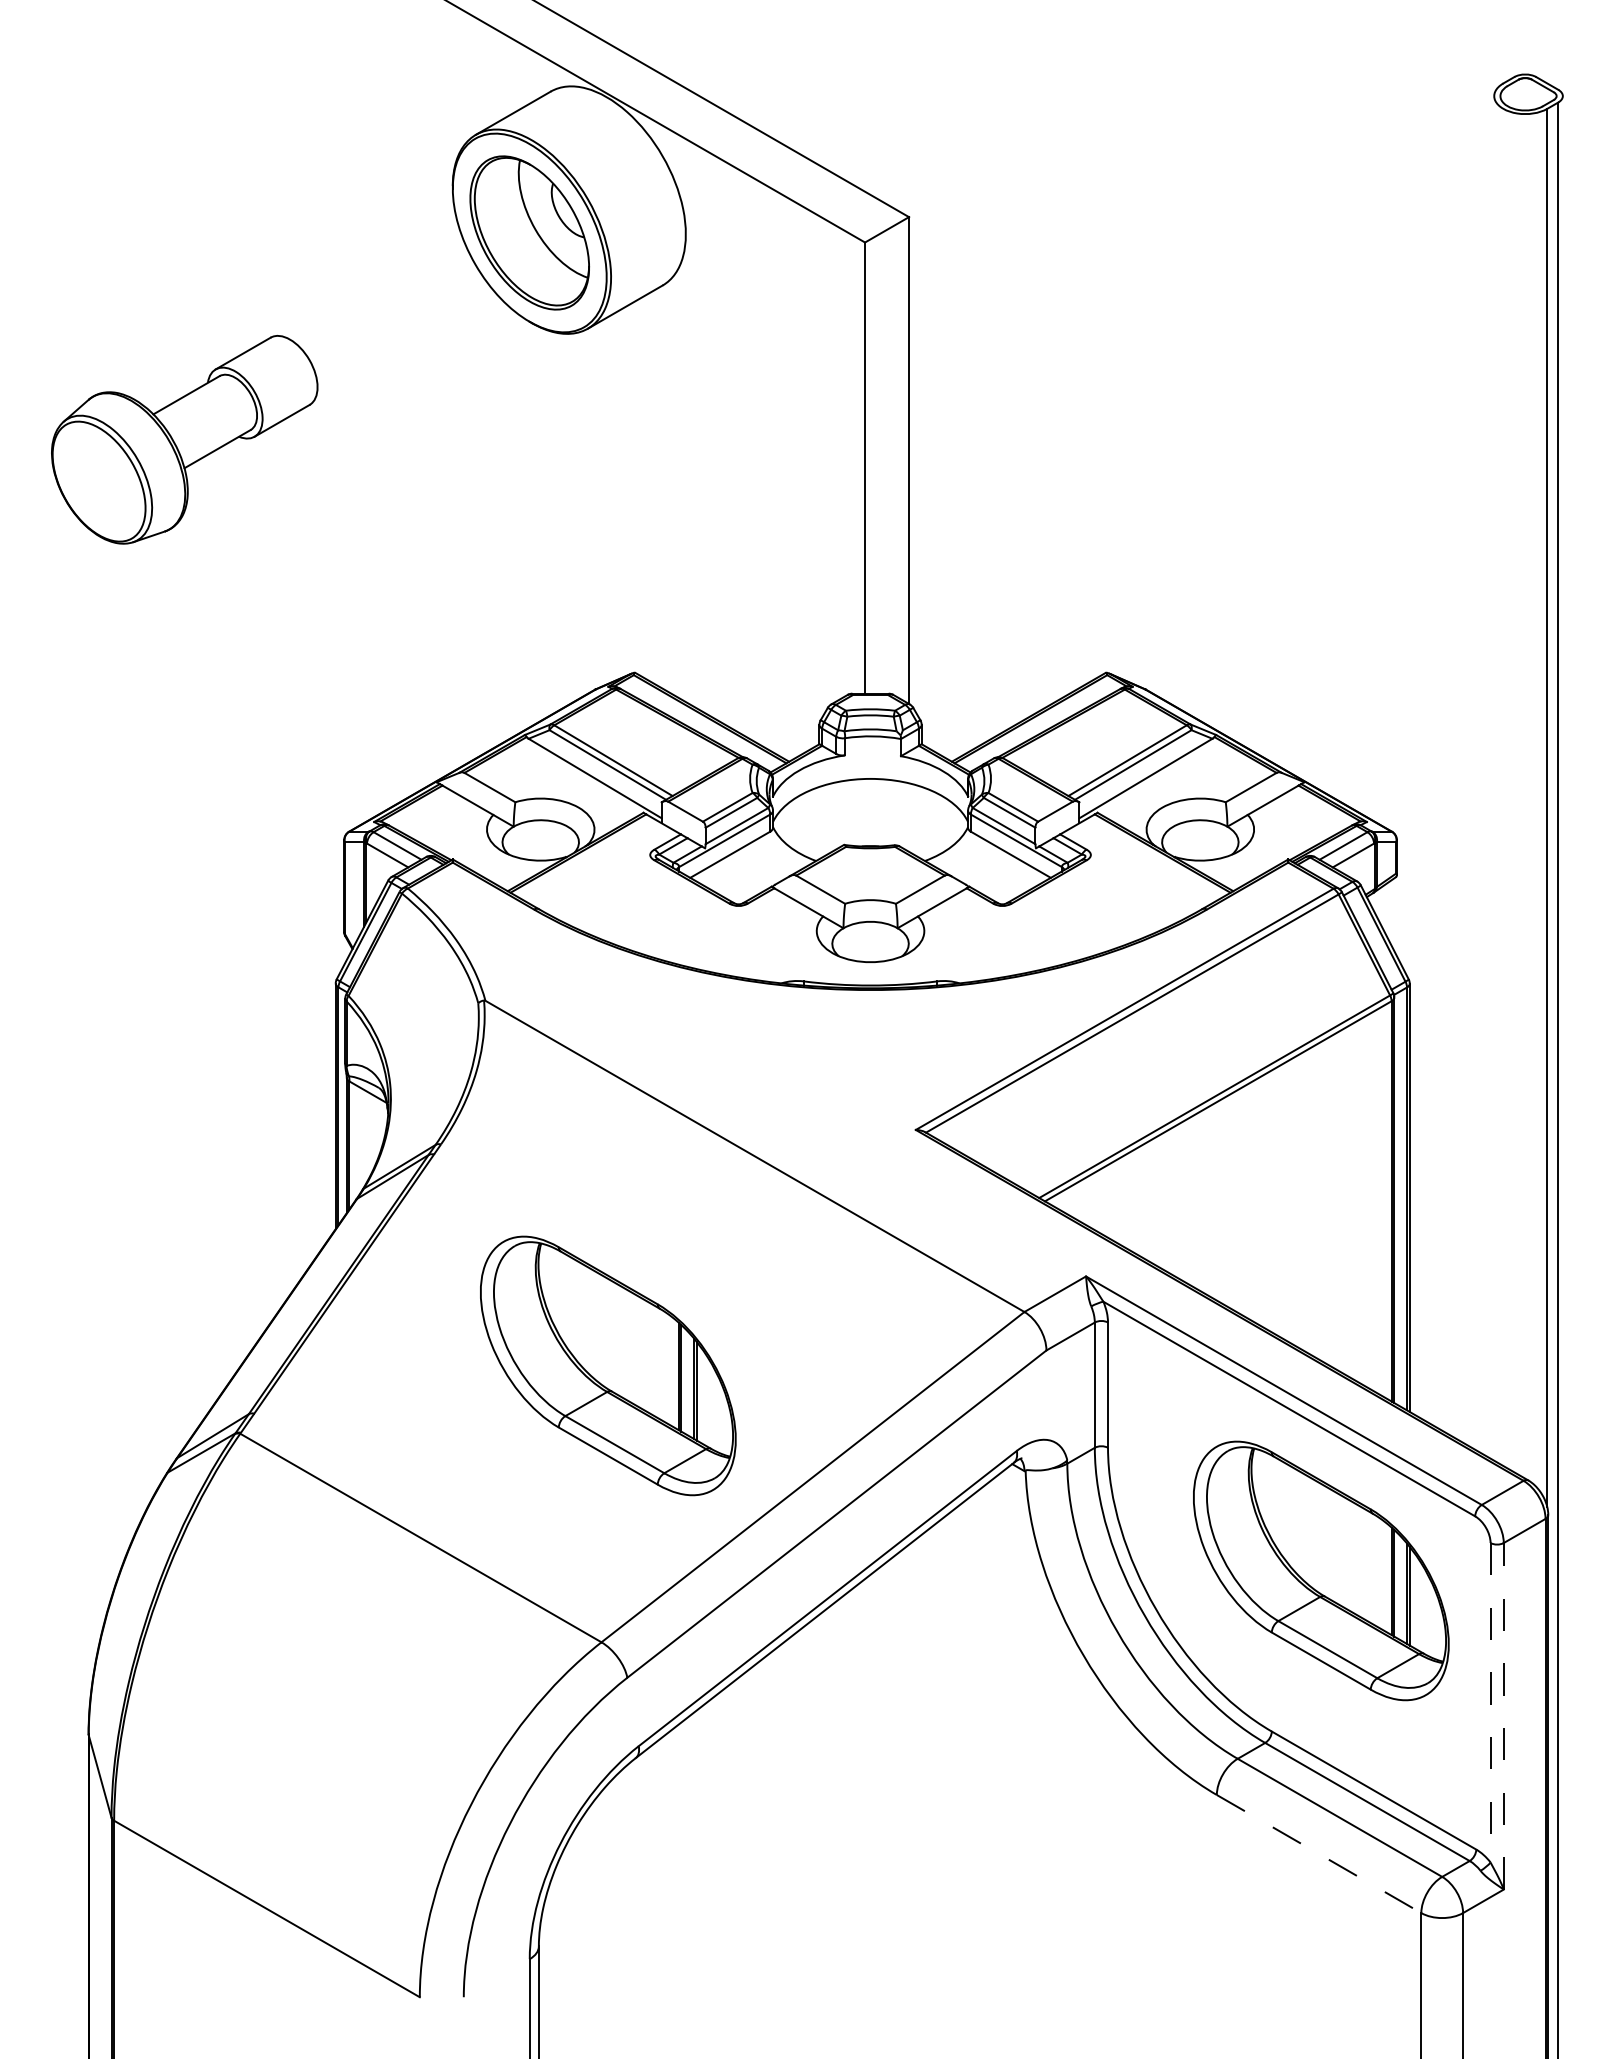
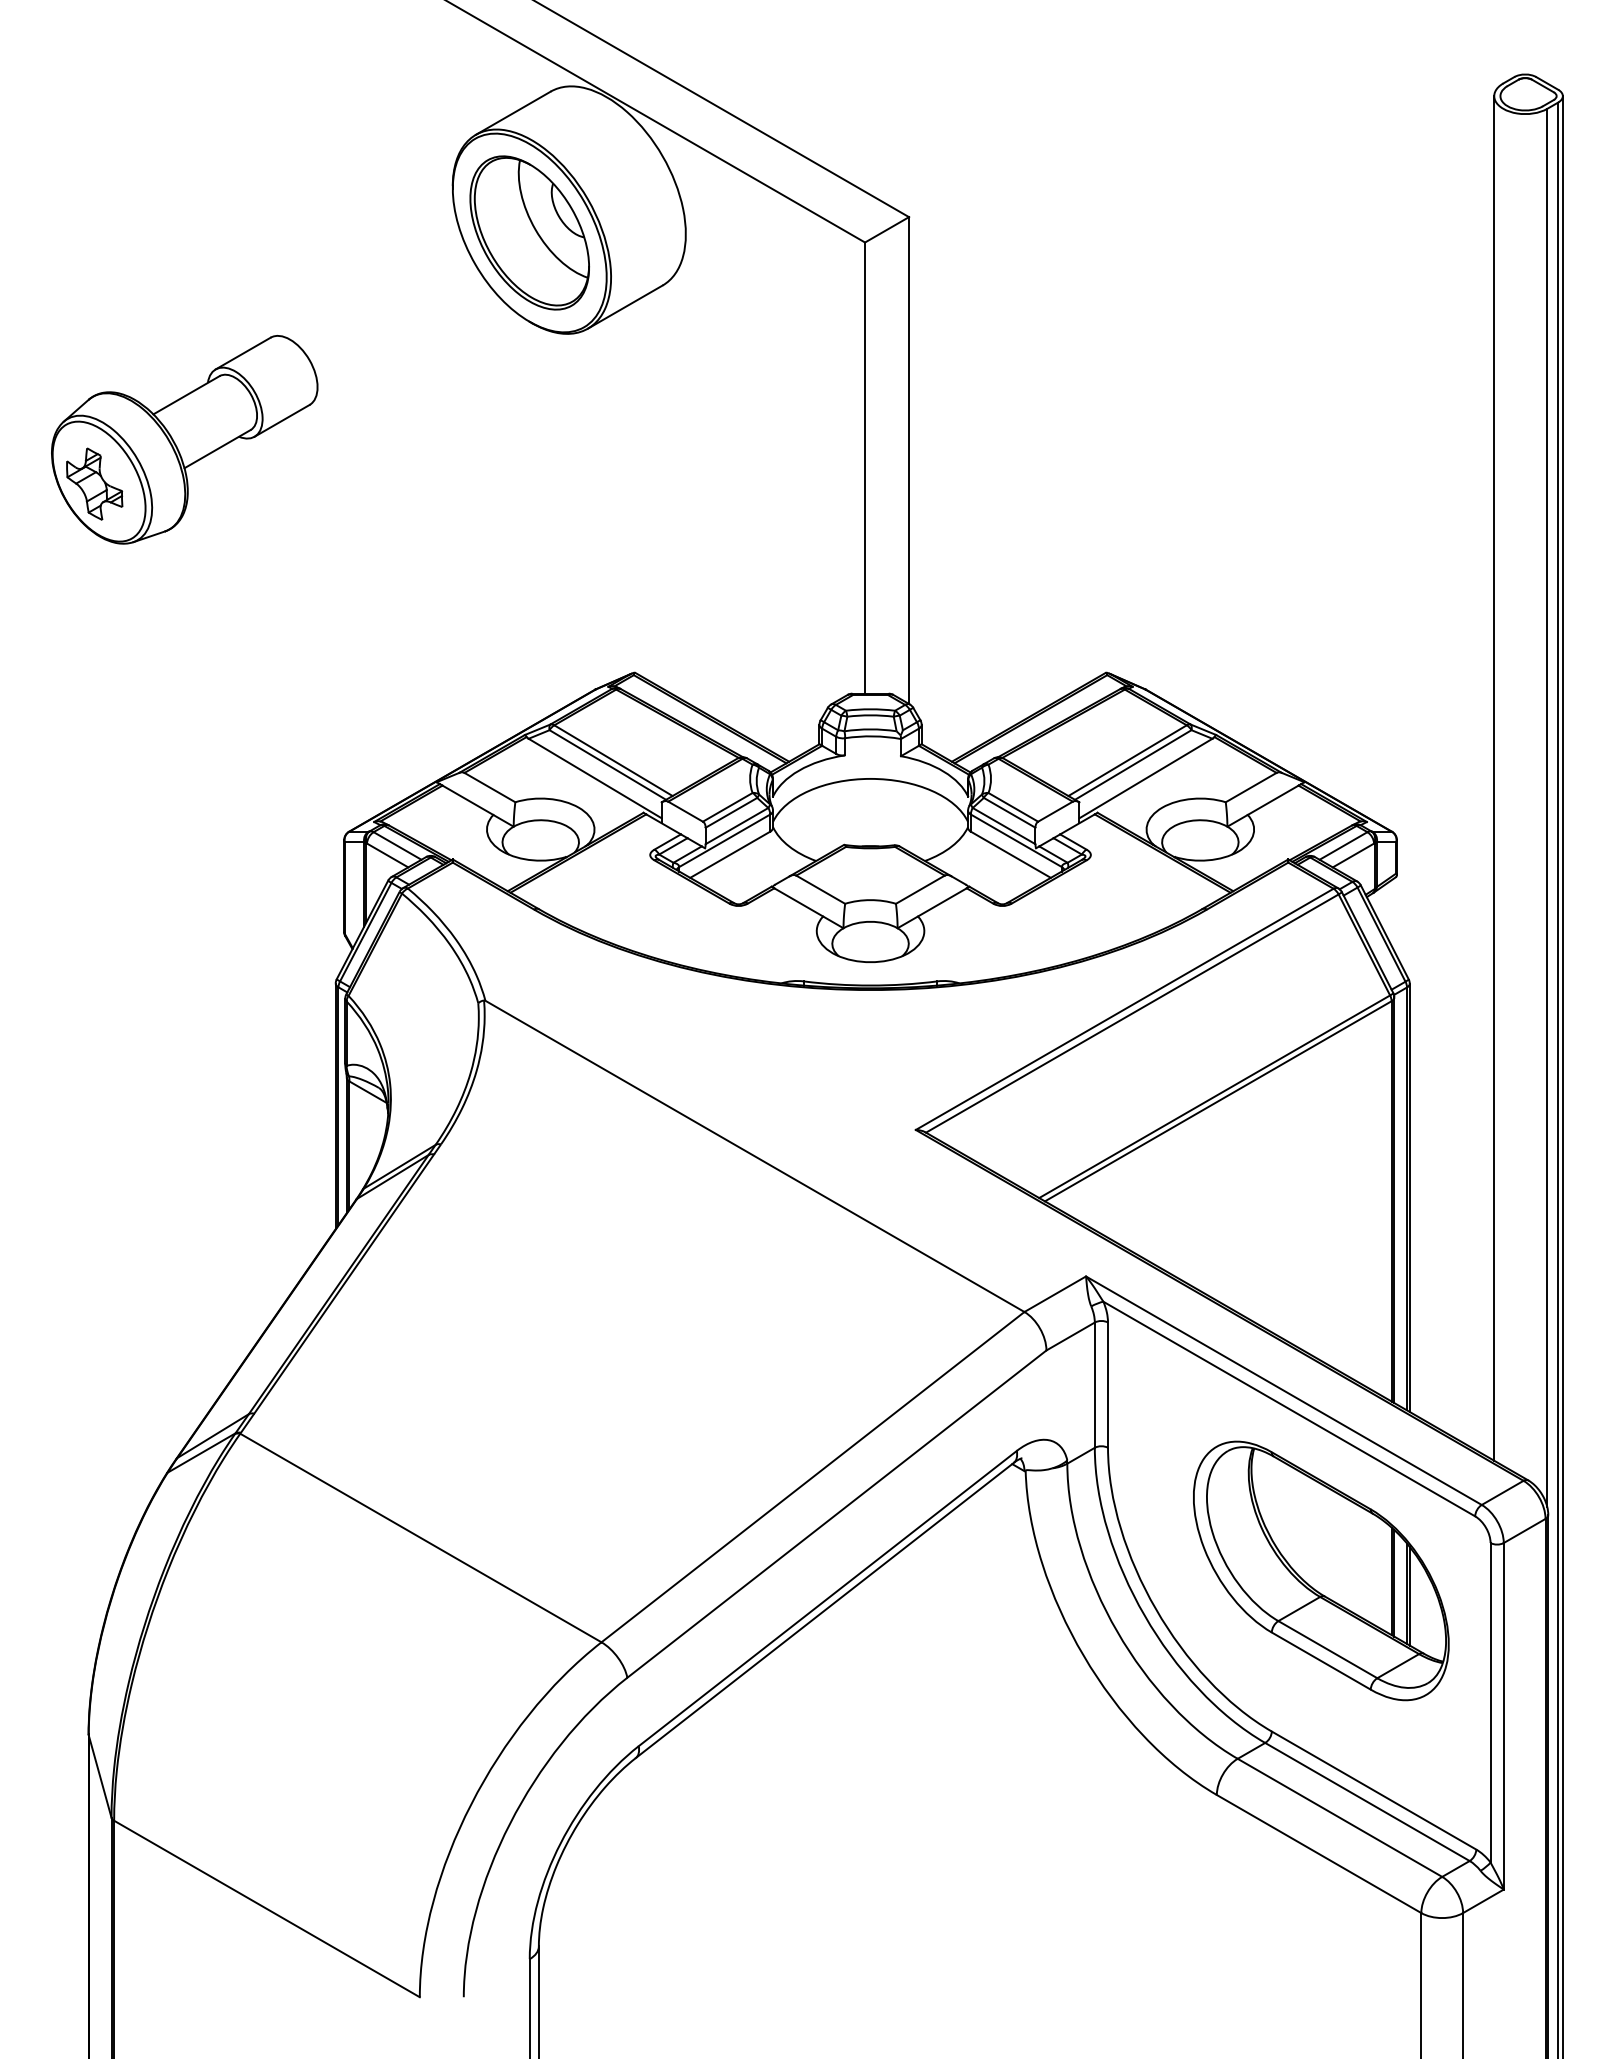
part at (94, 483): none -> present
line at (1494, 778): none -> present
line at (1562, 1075): none -> present
part at (608, 1365): present -> none
line at (1490, 1702): dashed -> solid
line at (1503, 1715): dashed -> solid
line at (1319, 1854): dashed -> solid
